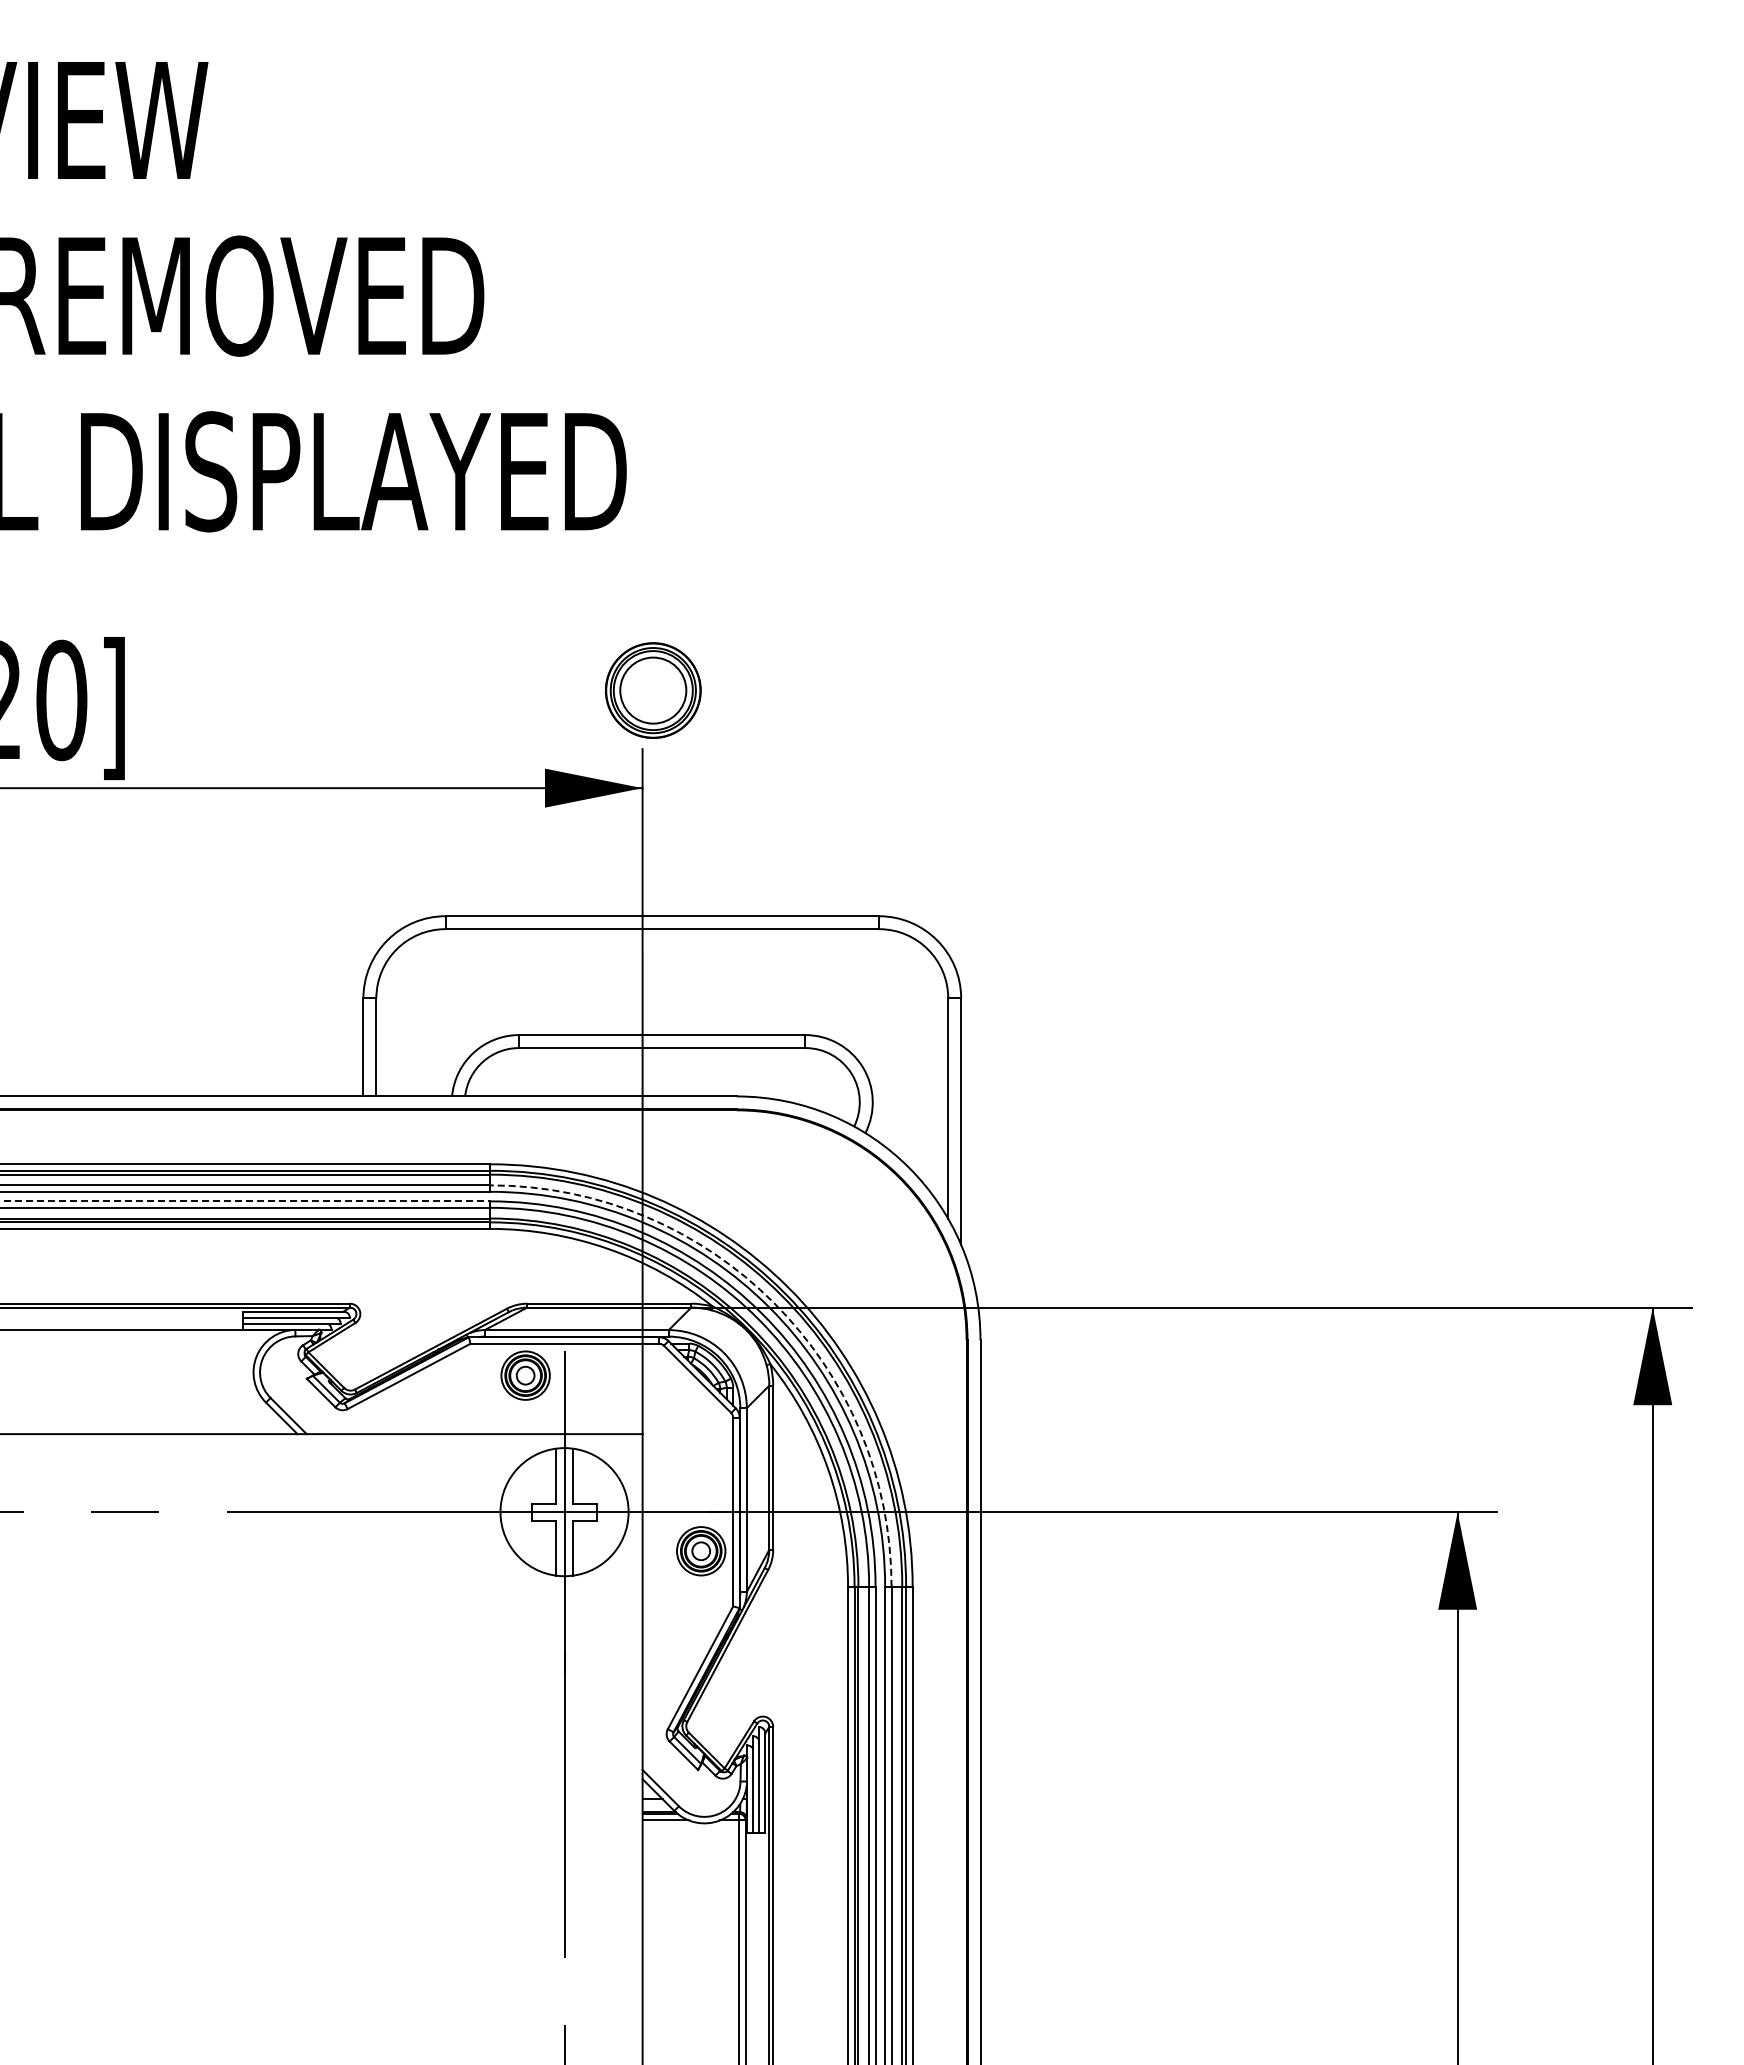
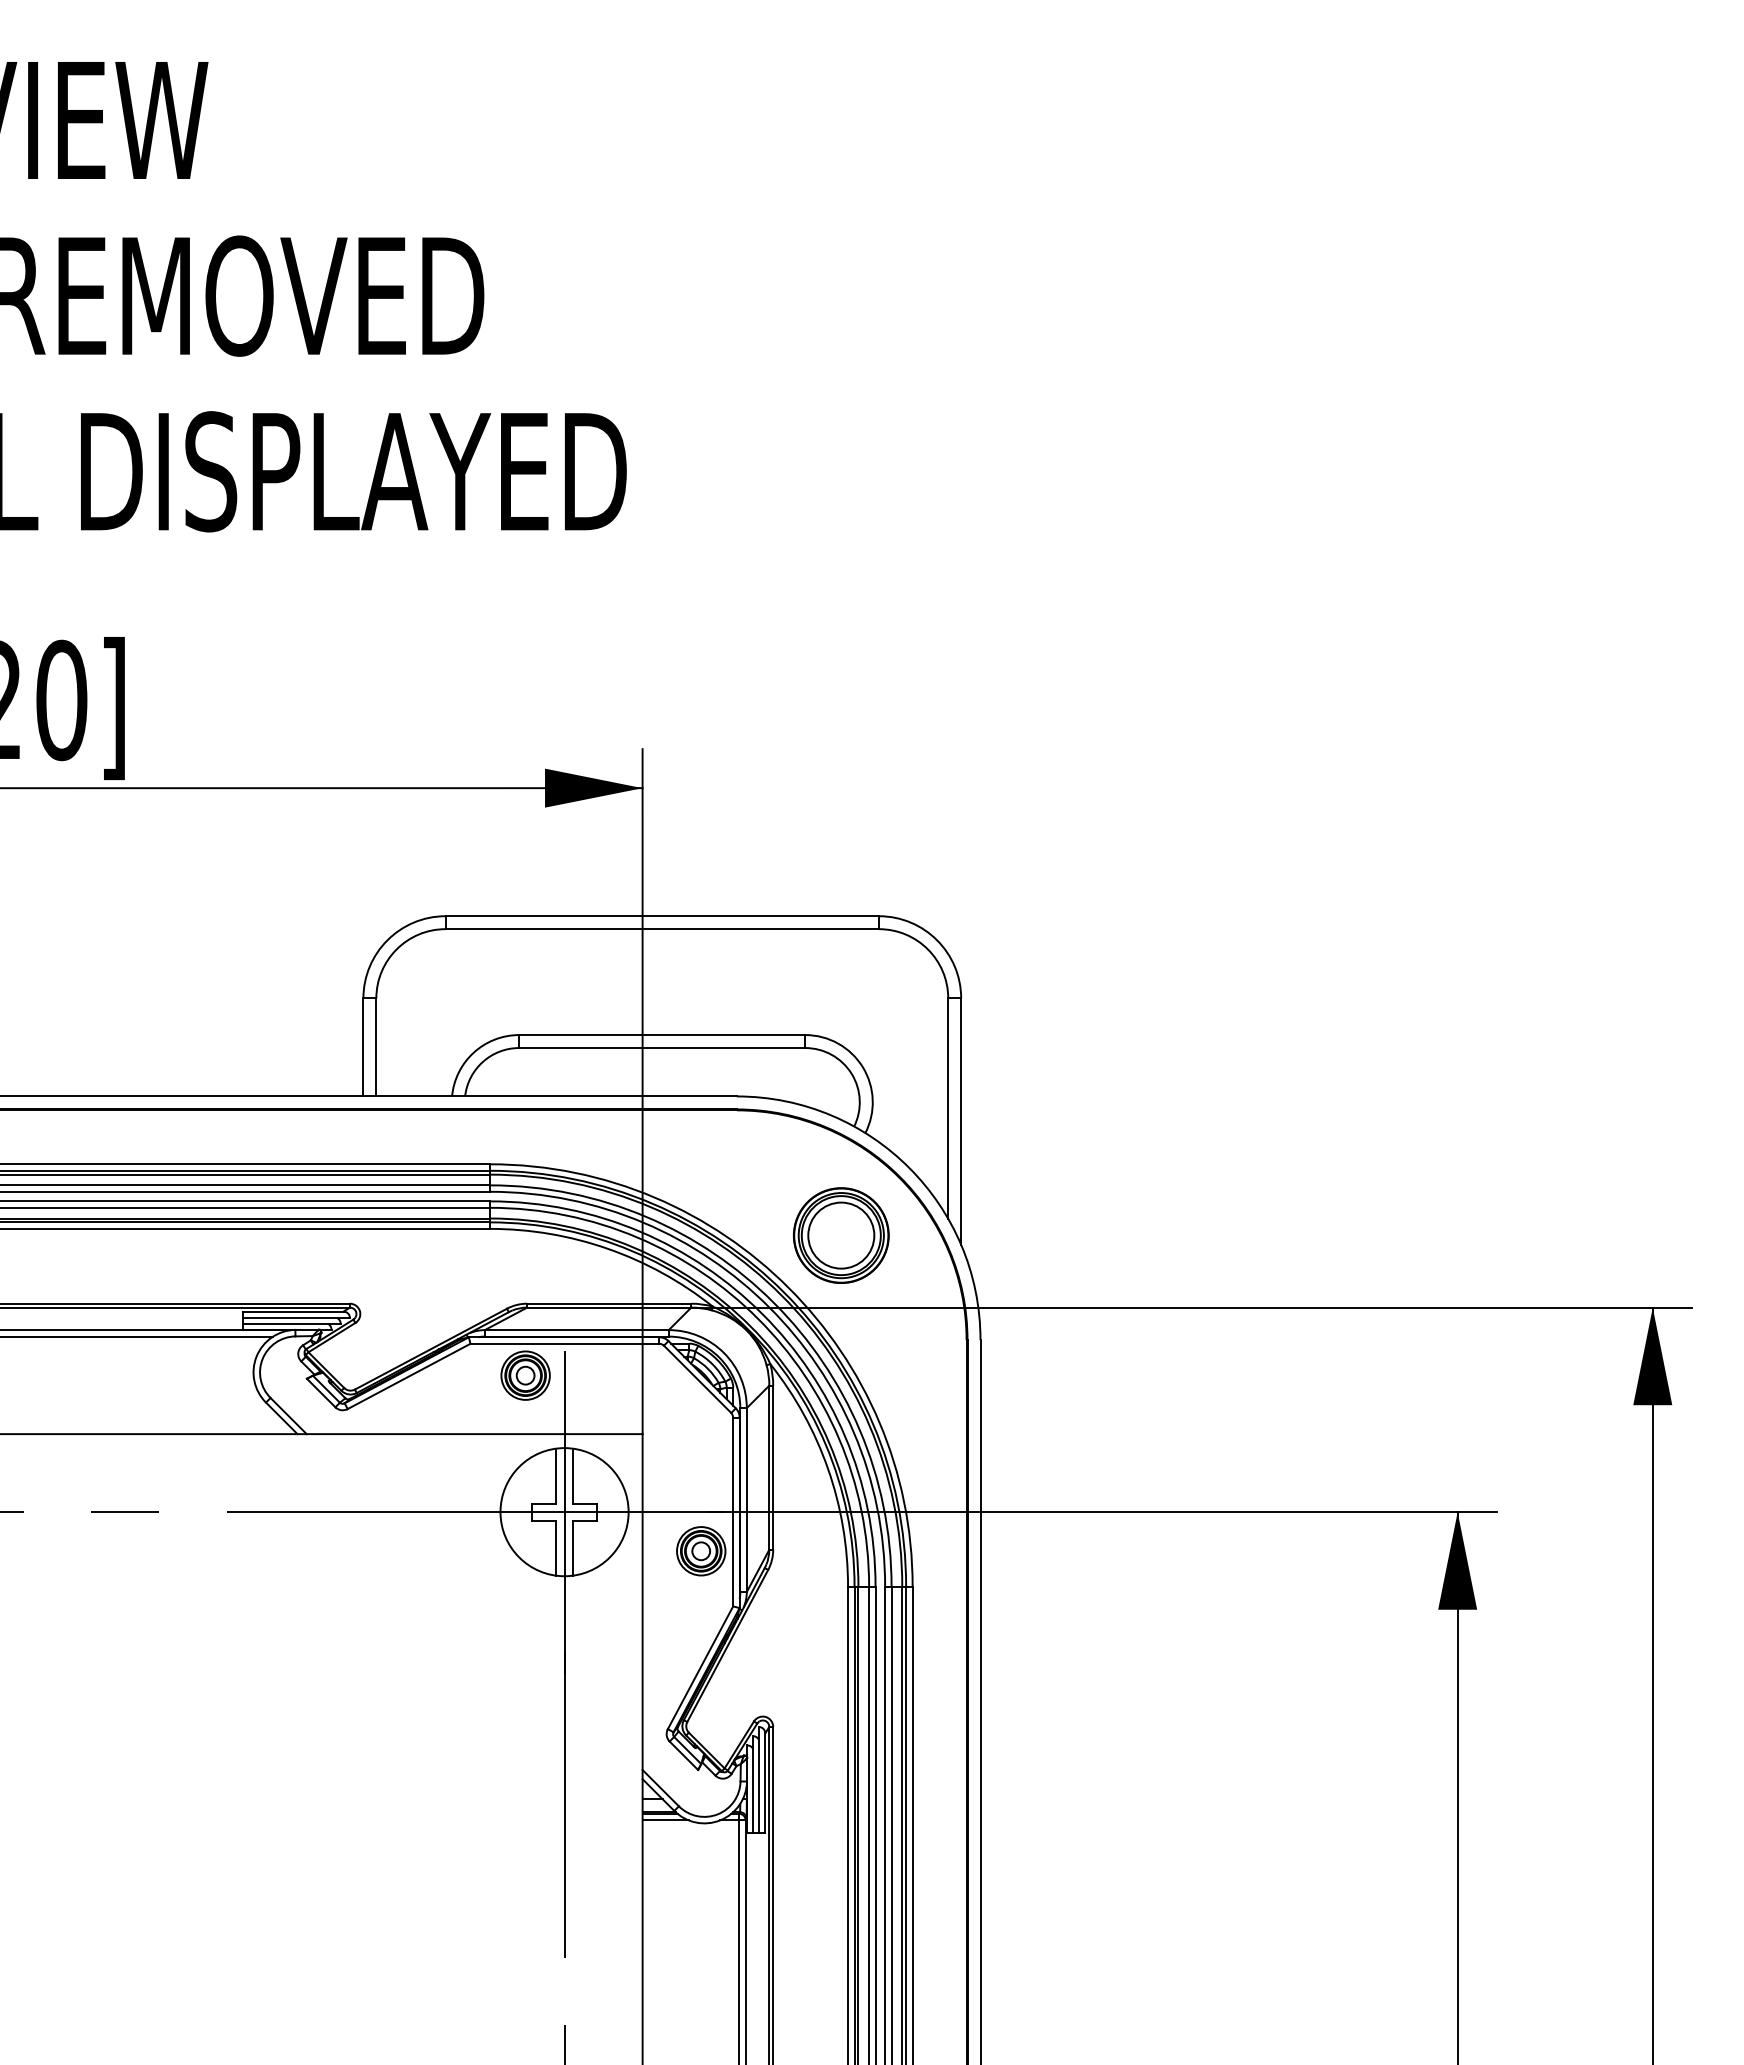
part at (653, 690) position: (653, 690) -> (841, 1235)
line at (245, 1201): dashed -> solid
arc at (773, 1302): dashed -> solid
line at (137, 1336): none -> present
